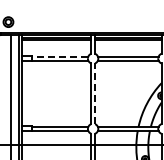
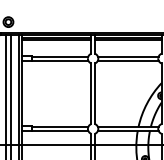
line at (59, 56): dashed -> solid
line at (95, 93): dashed -> solid
line at (6, 95): none -> present
